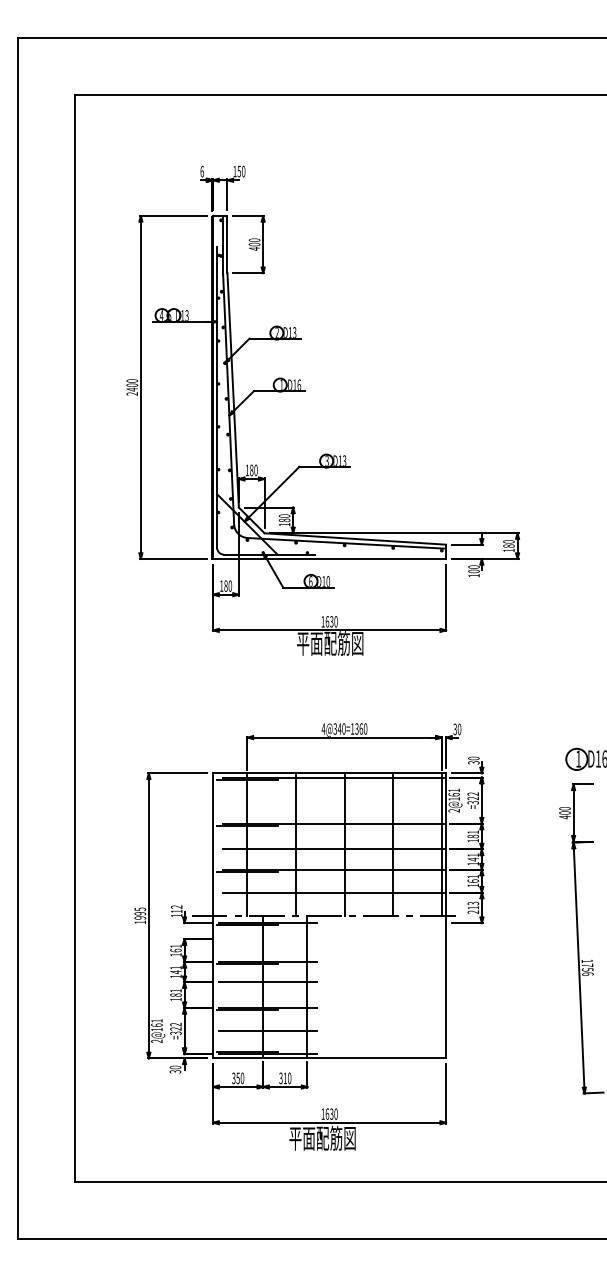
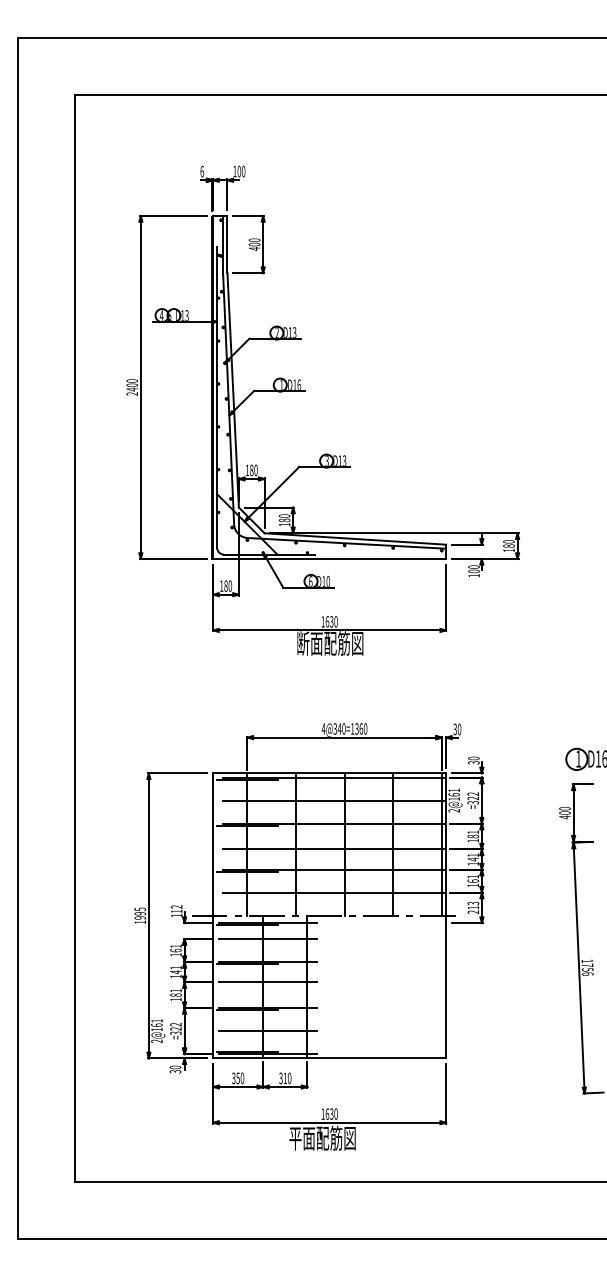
text at (239, 171): 150 -> 100
text at (303, 643): 平面配筋図 -> 断面配筋図
line at (333, 800): none -> present
line at (267, 939): none -> present
